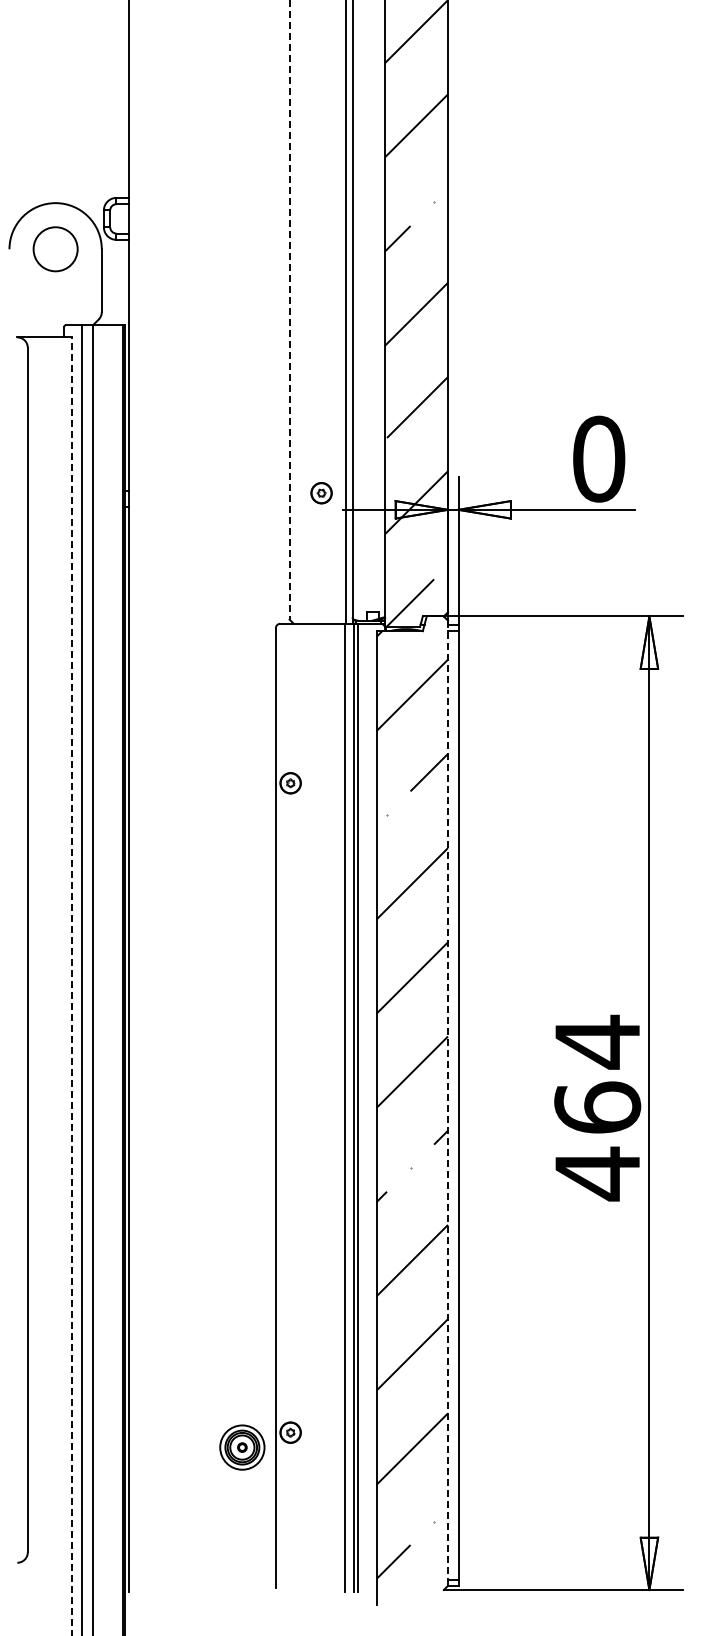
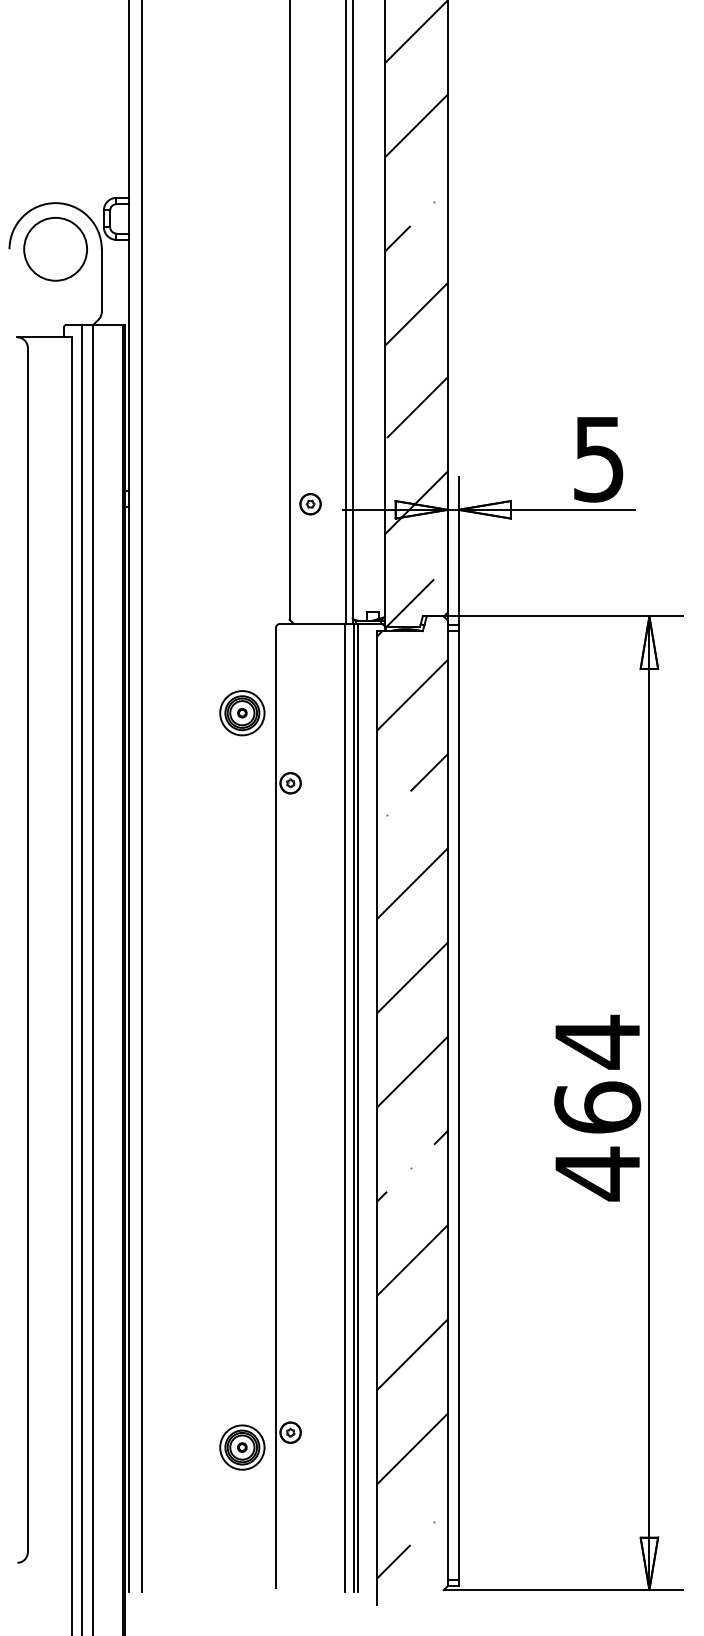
circle at (55, 249) diameter: 44 px -> 63 px
line at (289, 310): dashed -> solid
text at (599, 458): 0 -> 5
part at (321, 493) position: (321, 493) -> (310, 504)
part at (242, 713): none -> present
line at (141, 797): none -> present
line at (72, 986): dashed -> solid
line at (448, 1103): dashed -> solid
